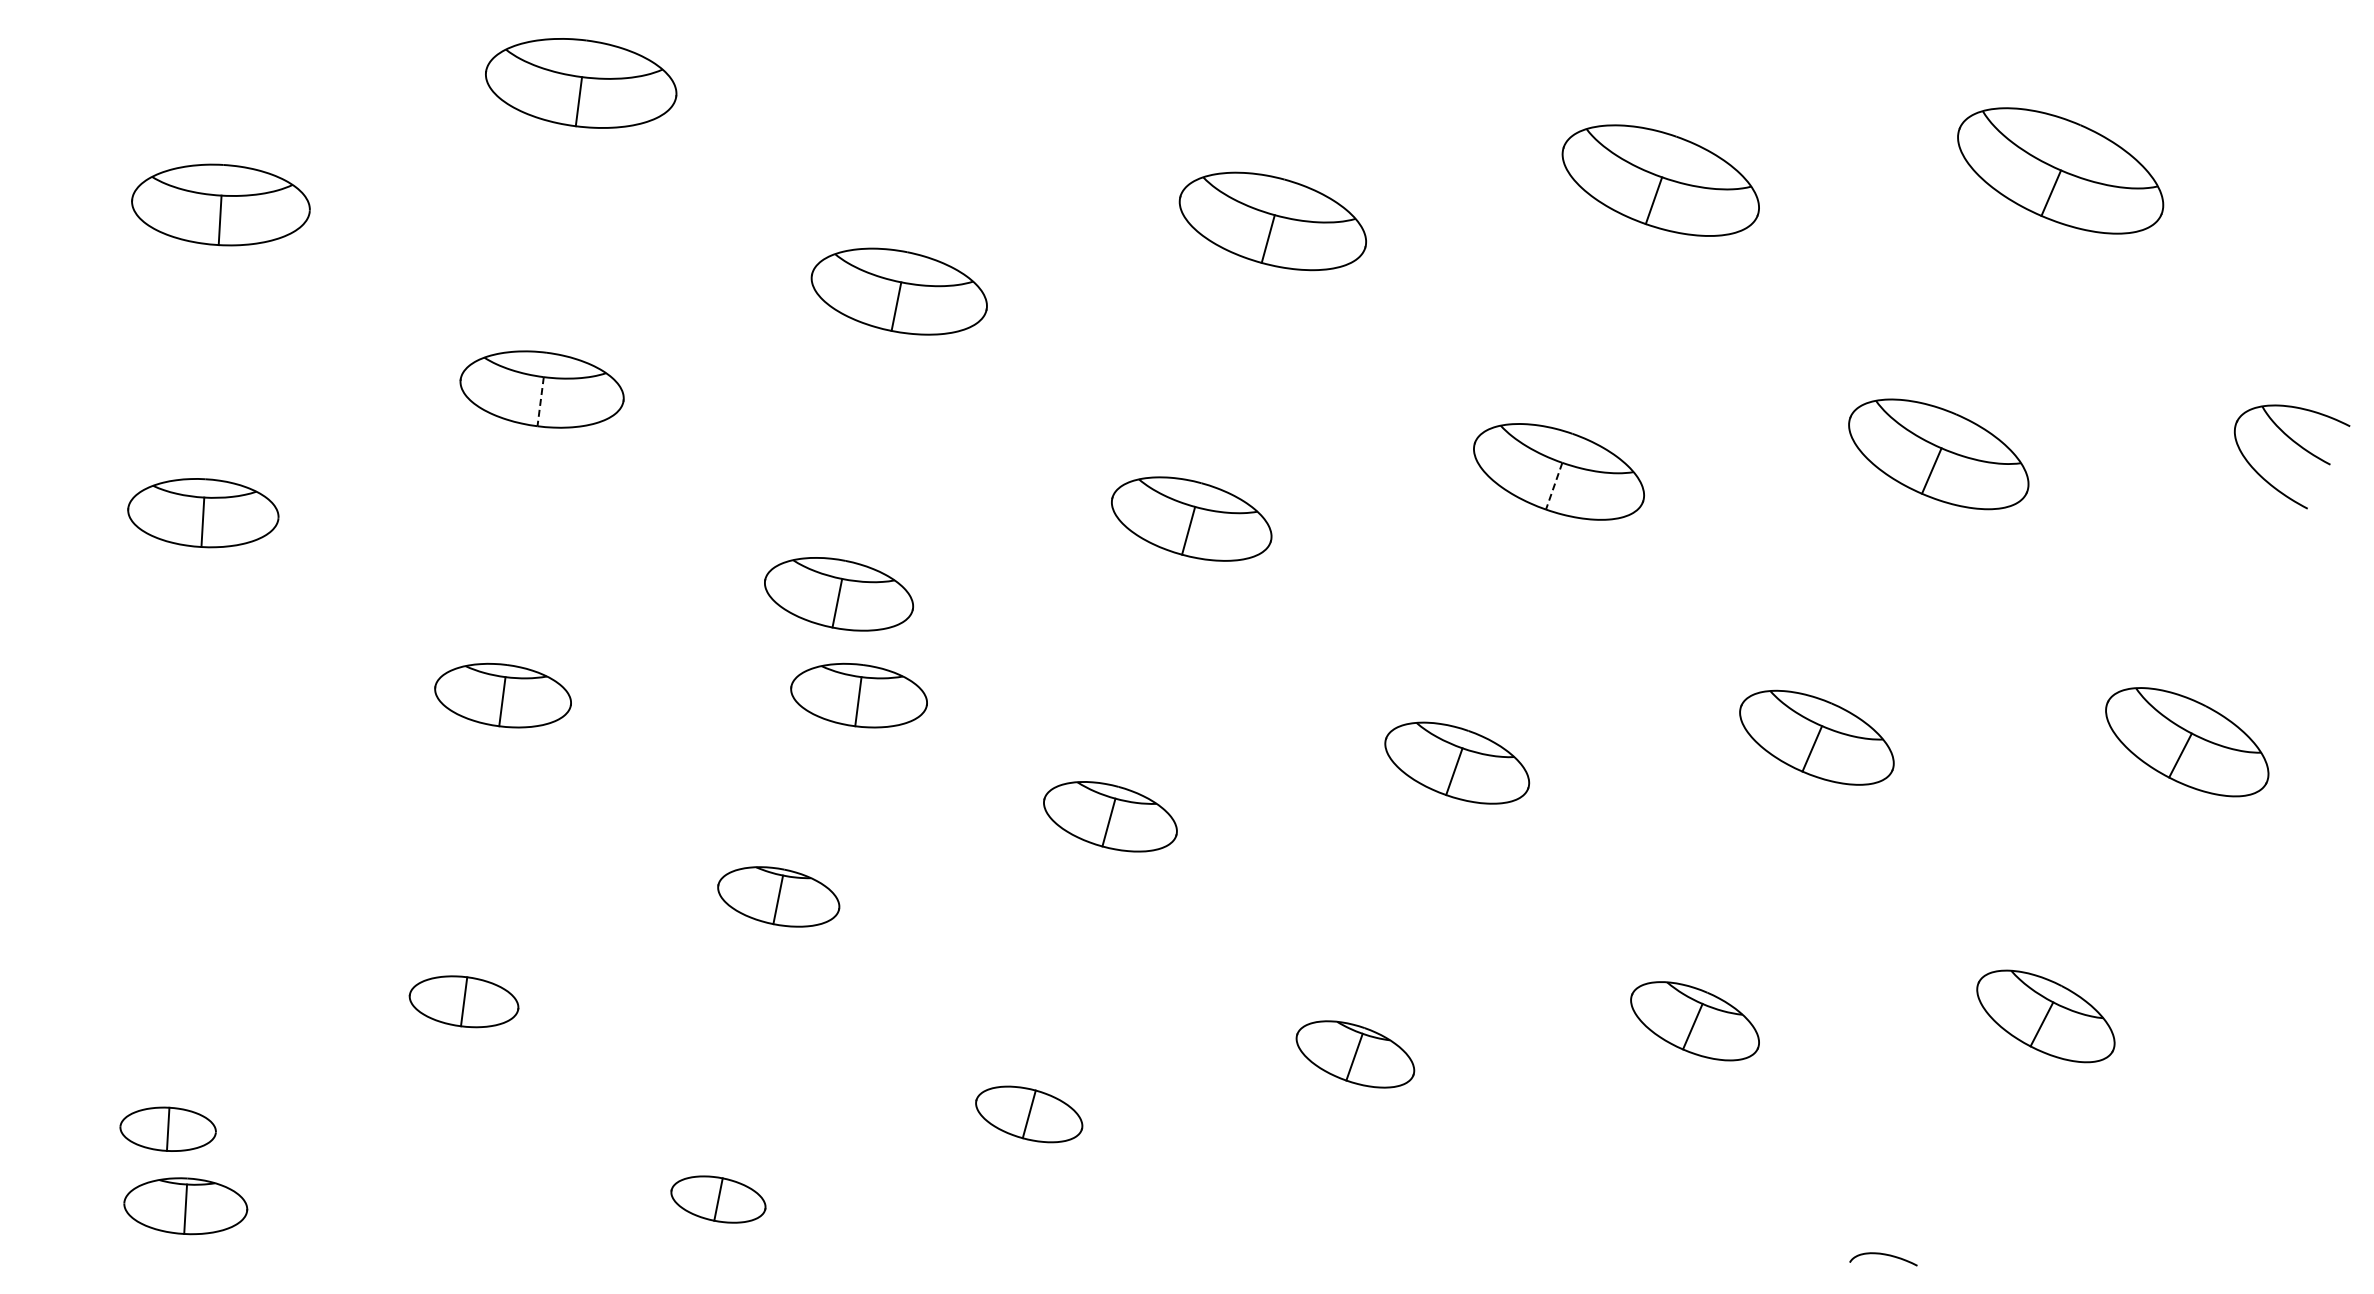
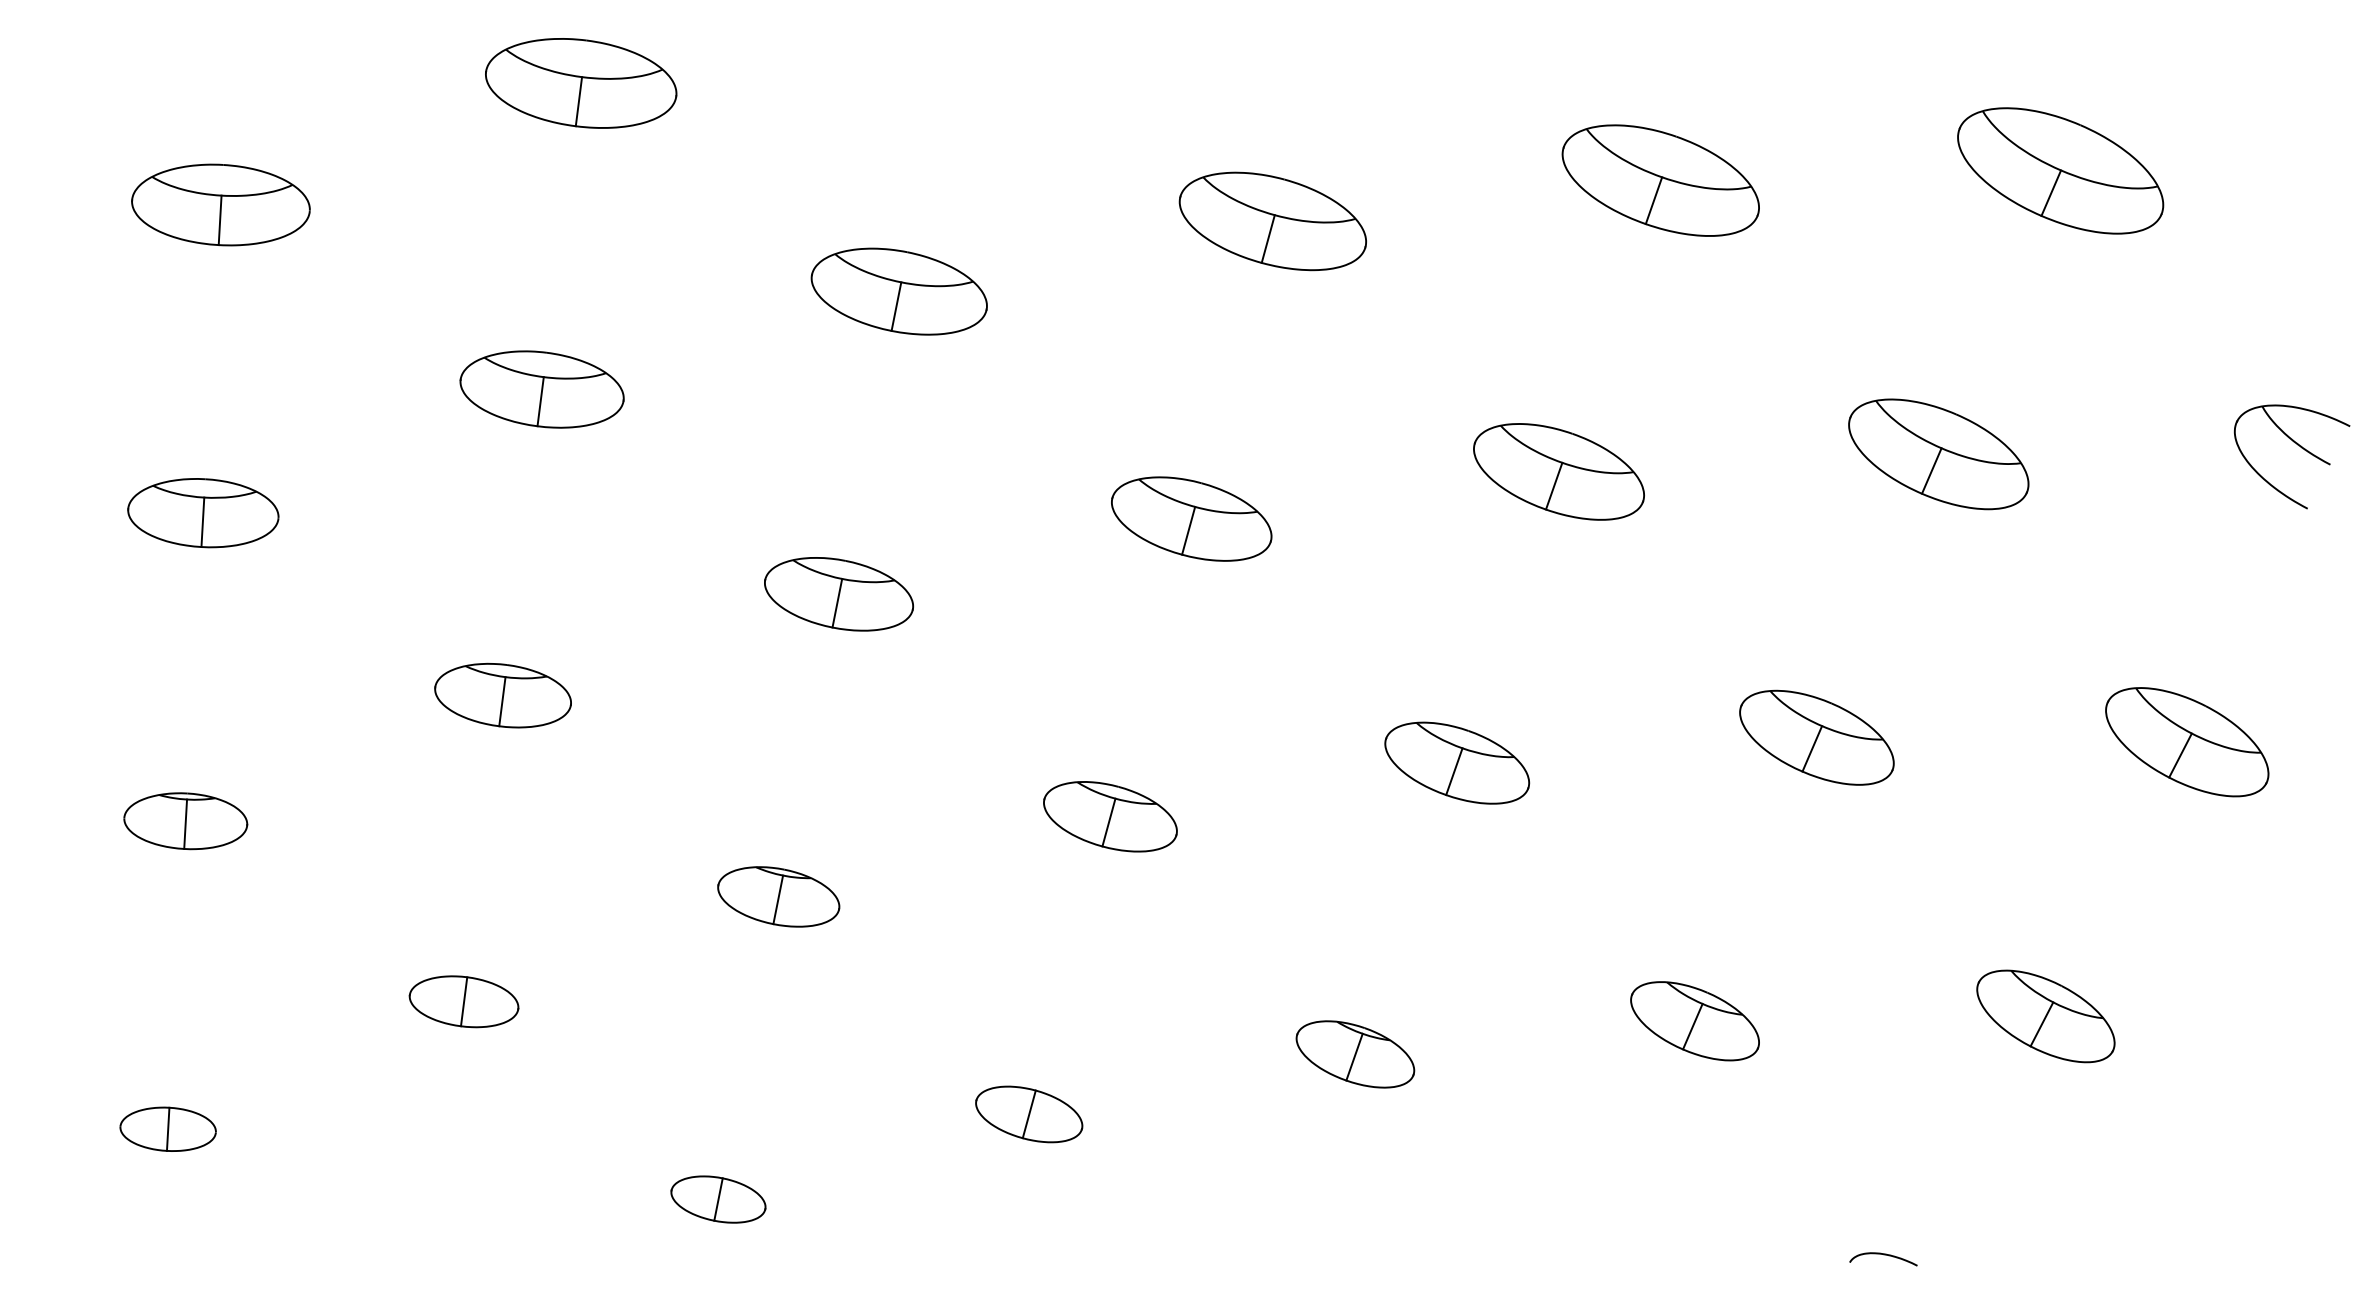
line at (540, 401): dashed -> solid
line at (1554, 486): dashed -> solid
part at (858, 695): present -> none
part at (185, 1206) position: (185, 1206) -> (185, 821)
